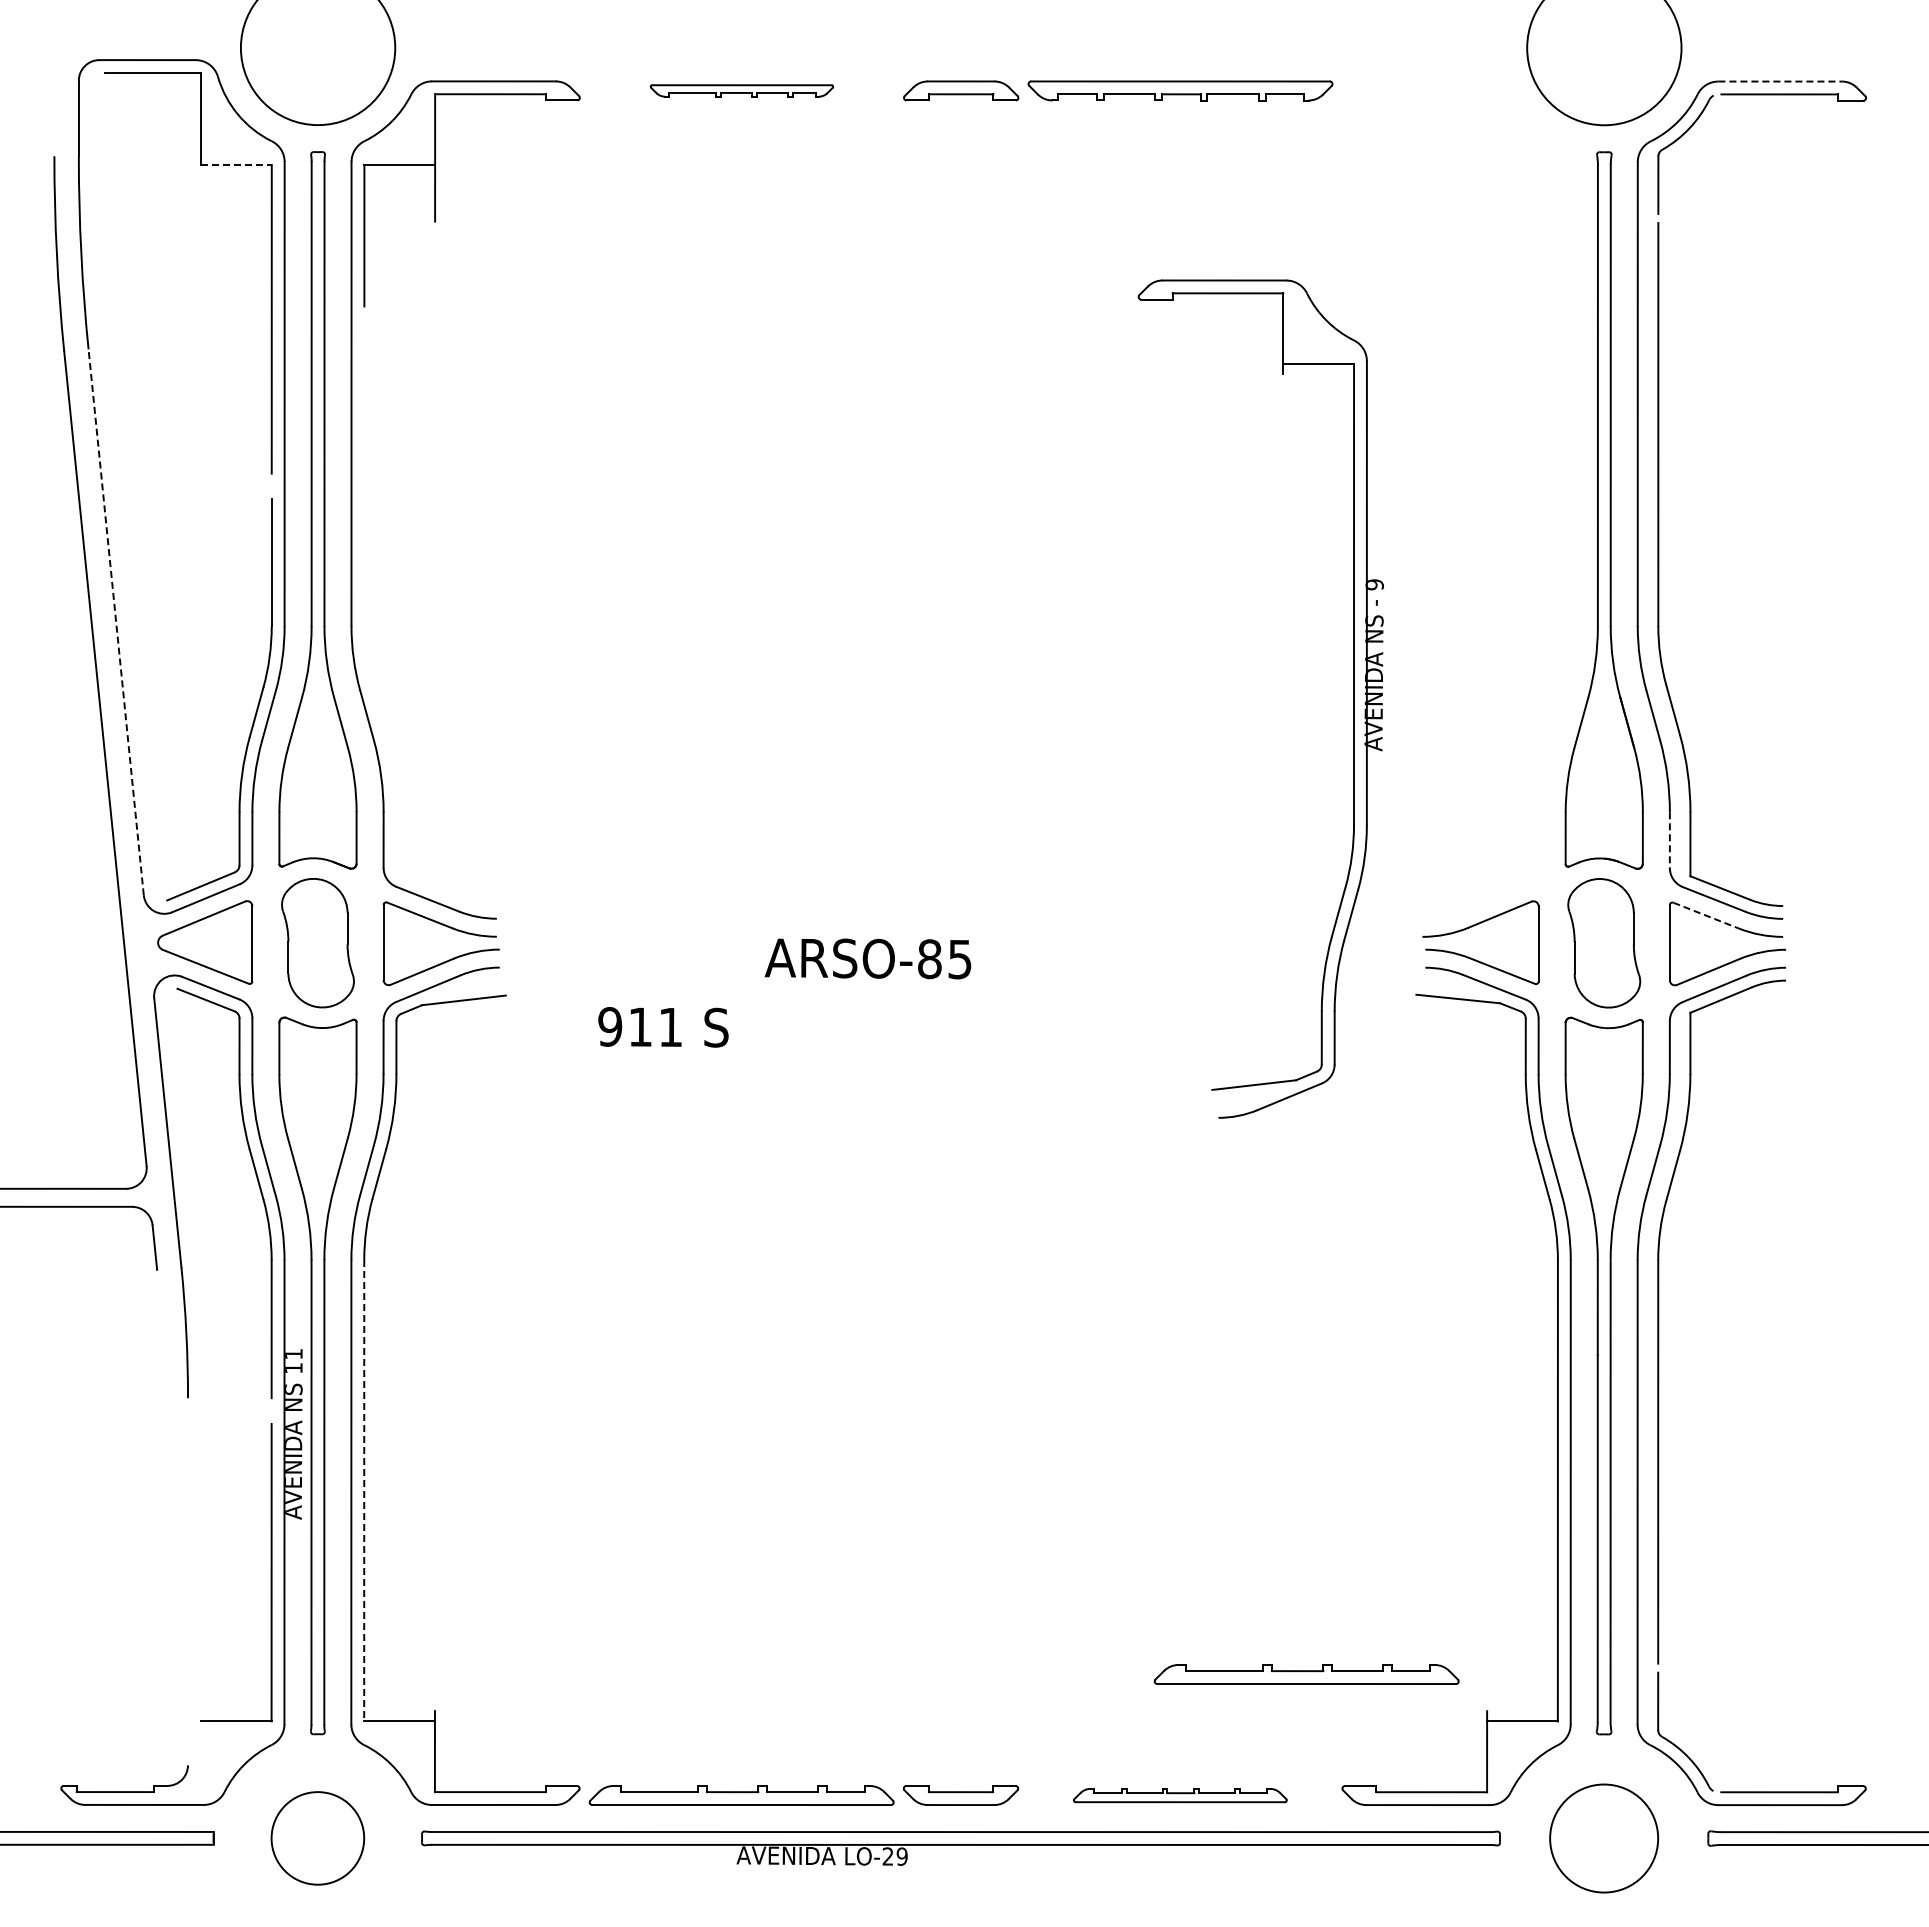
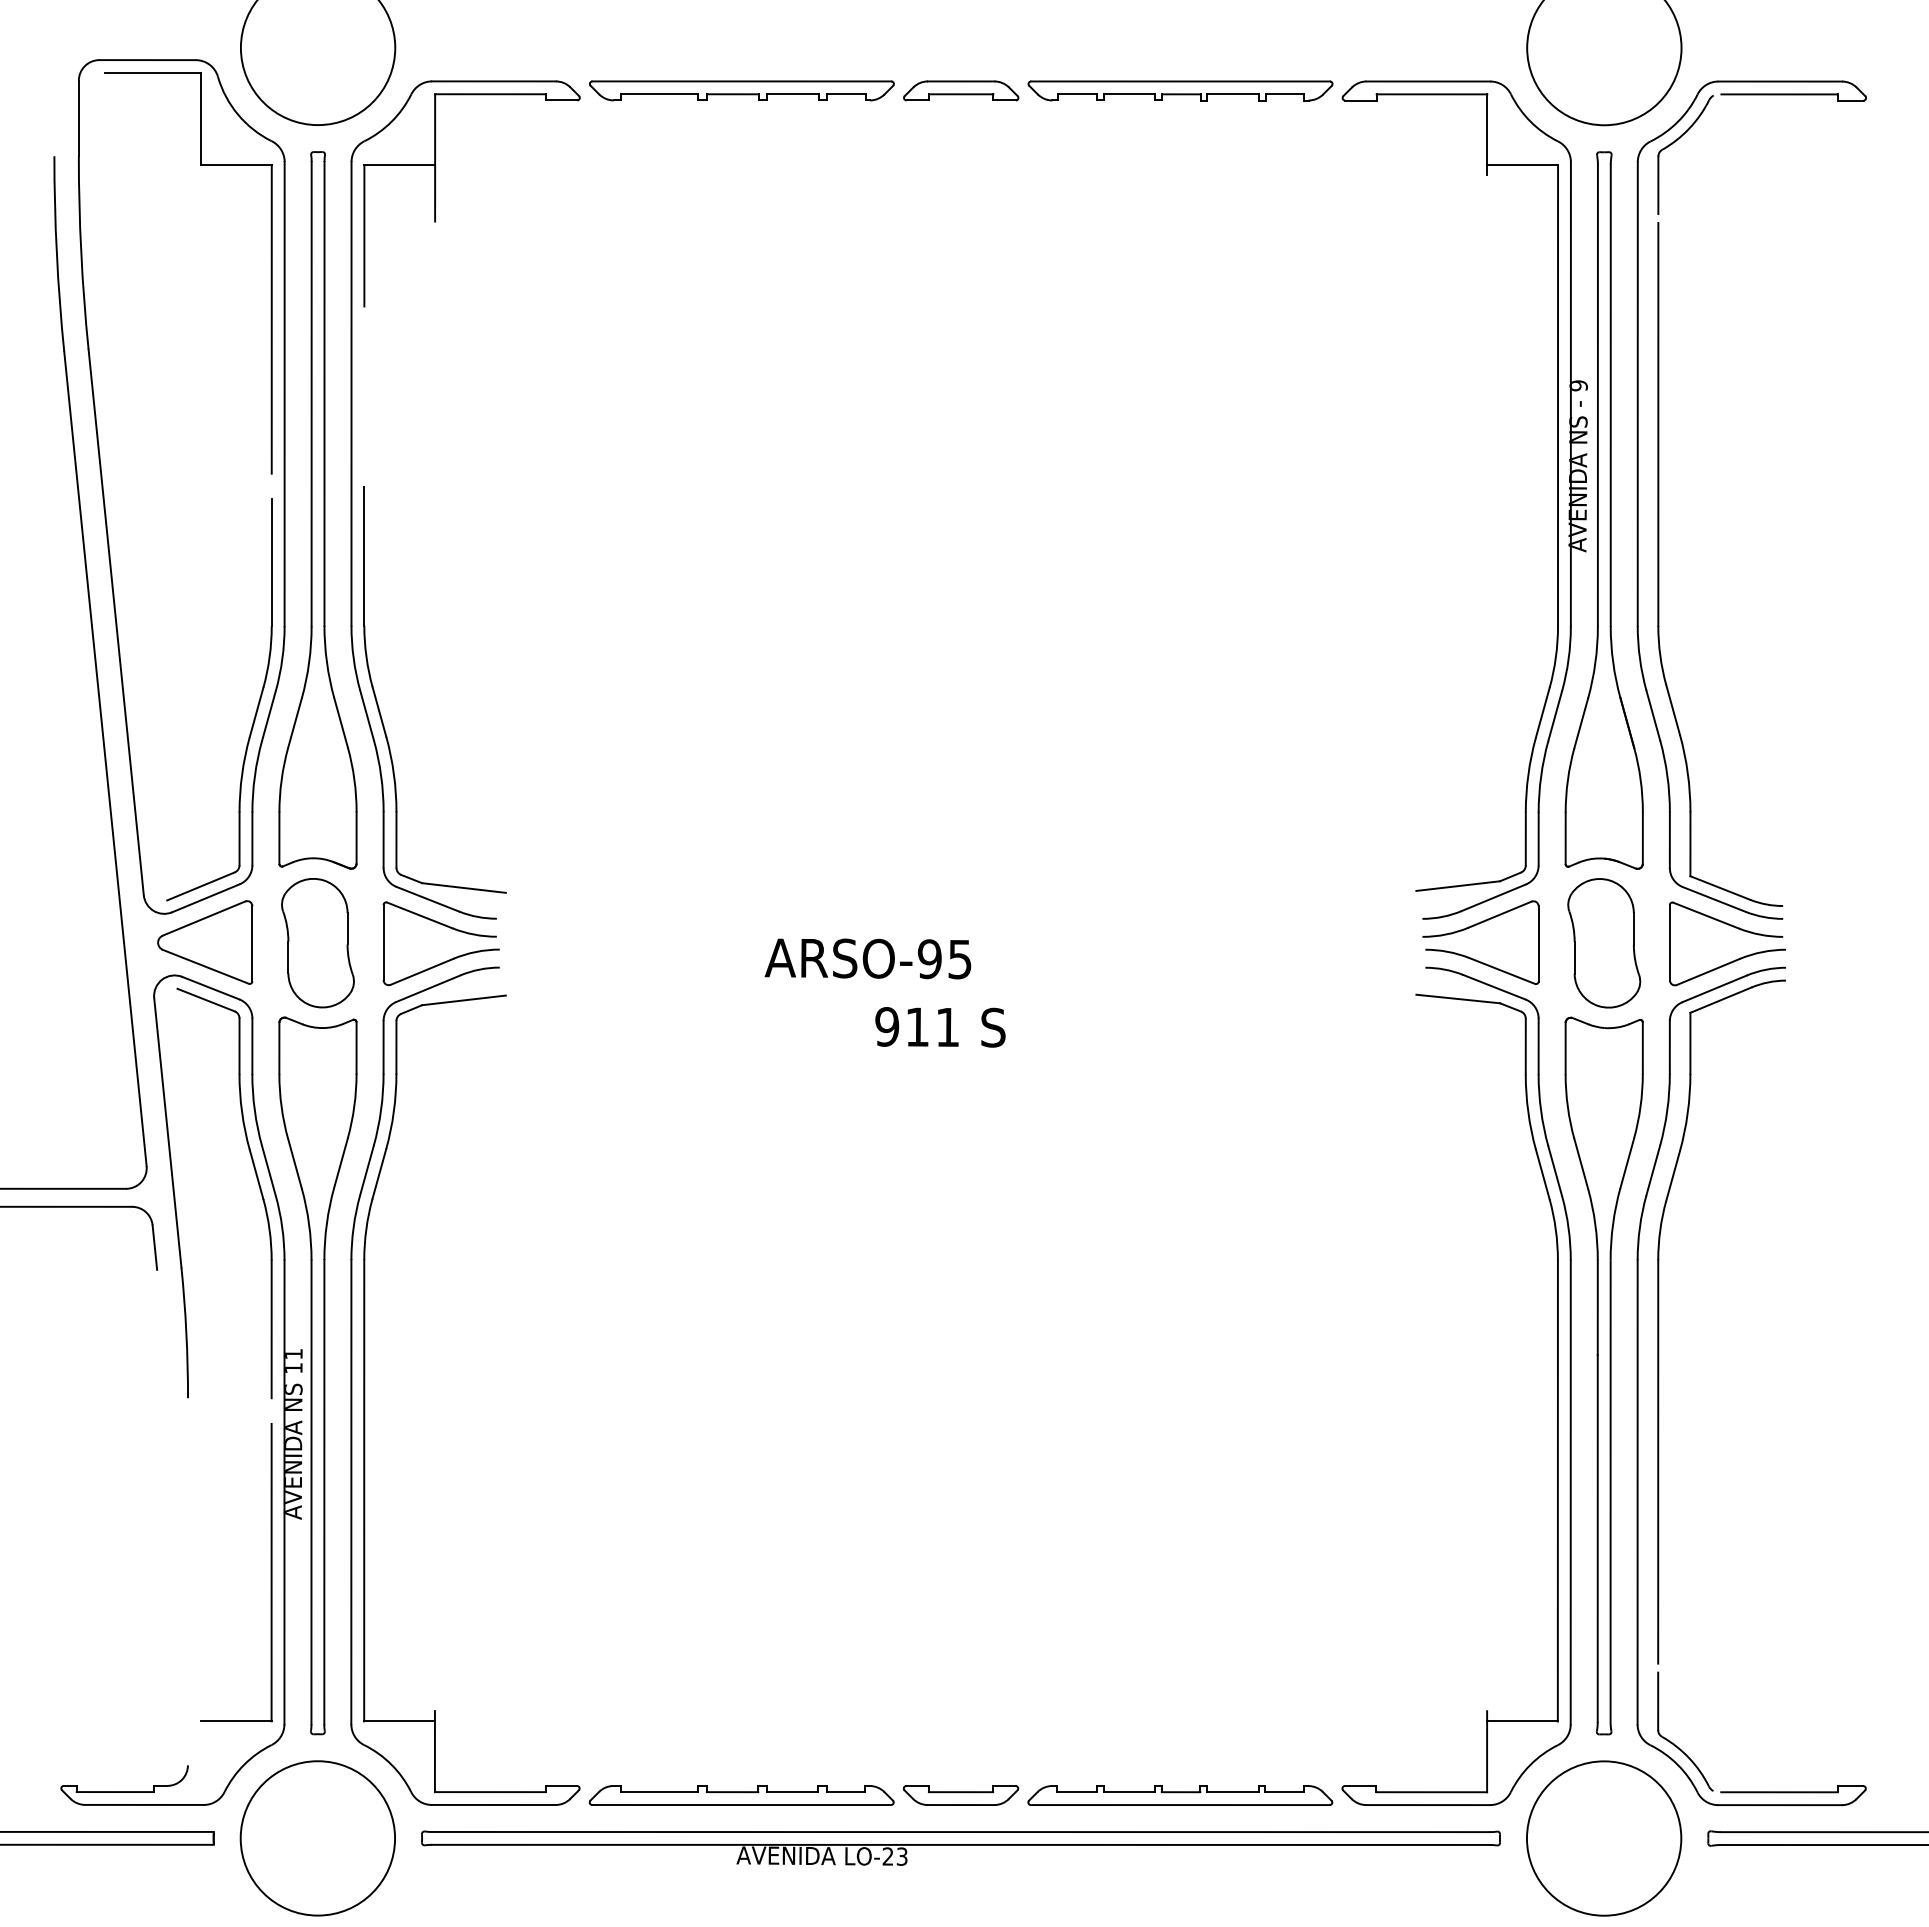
line at (1780, 81): dashed -> solid
part at (741, 90) size: 185x14 px -> 306x22 px
line at (236, 164): dashed -> solid
line at (116, 621): dashed -> solid
part at (1353, 698) position: (1353, 698) -> (1557, 499)
part at (378, 703): none -> present
line at (1669, 840): dashed -> solid
line at (1706, 915): dashed -> solid
text at (929, 959): ARSO-85 -> ARSO-95
text at (663, 1027) position: (663, 1027) -> (940, 1027)
line at (364, 1490): dashed -> solid
part at (1306, 1674): present -> none
part at (1180, 1795) size: 215x16 px -> 307x21 px
circle at (317, 1838) diameter: 93 px -> 154 px
circle at (1604, 1838) diameter: 108 px -> 154 px
text at (901, 1856): LO-29 -> LO-23
